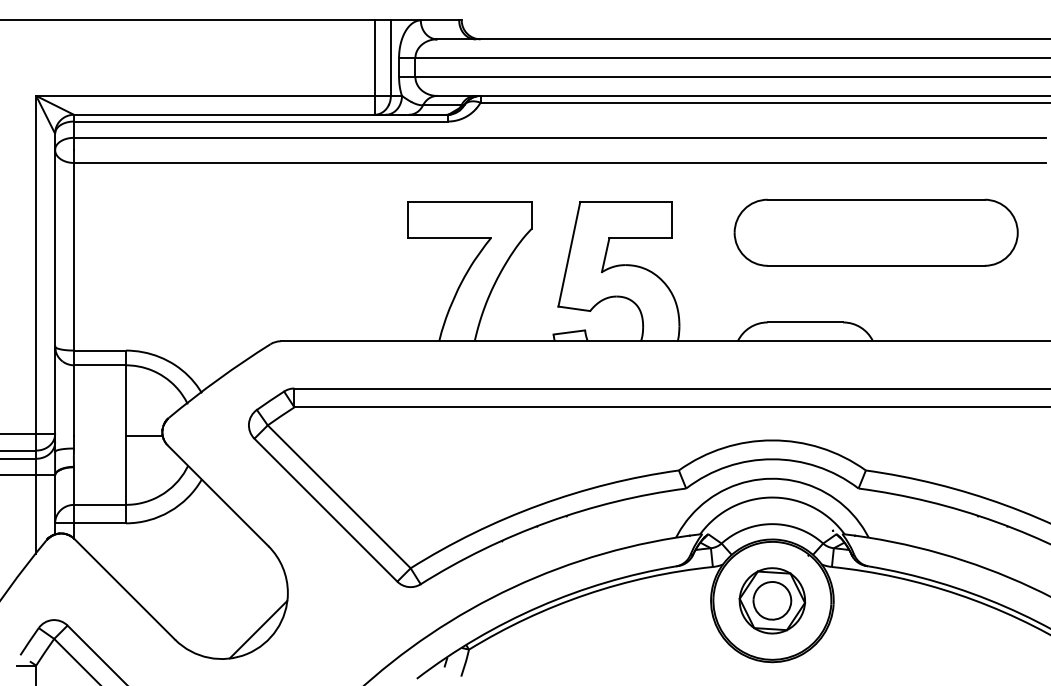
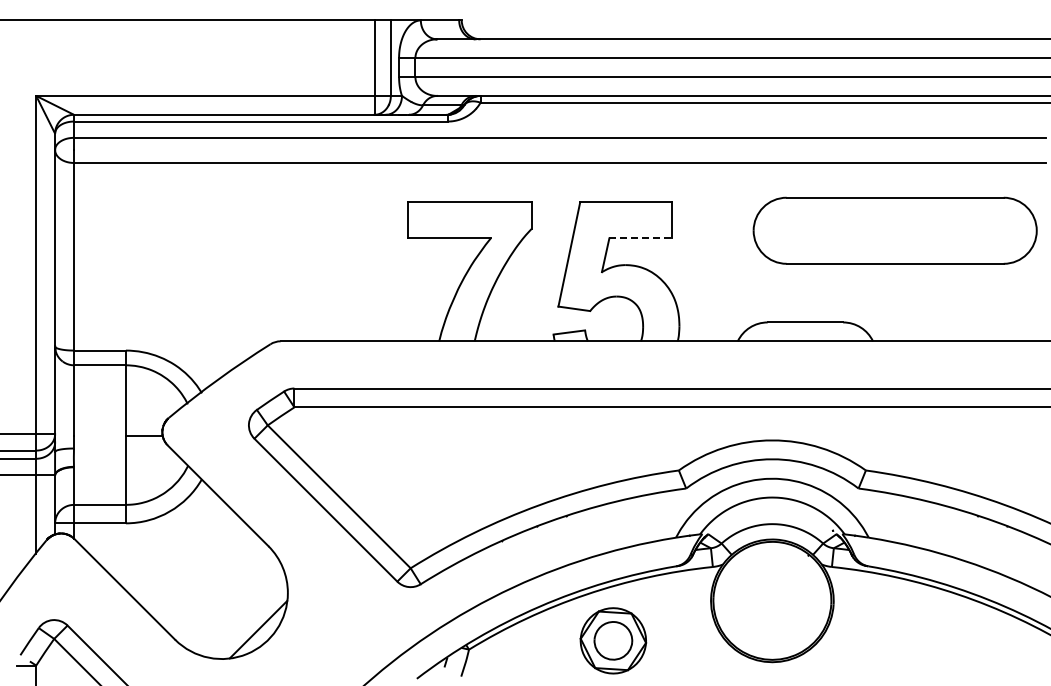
part at (875, 232) position: (875, 232) -> (894, 230)
line at (641, 238): solid -> dashed
part at (772, 600) position: (772, 600) -> (613, 640)
